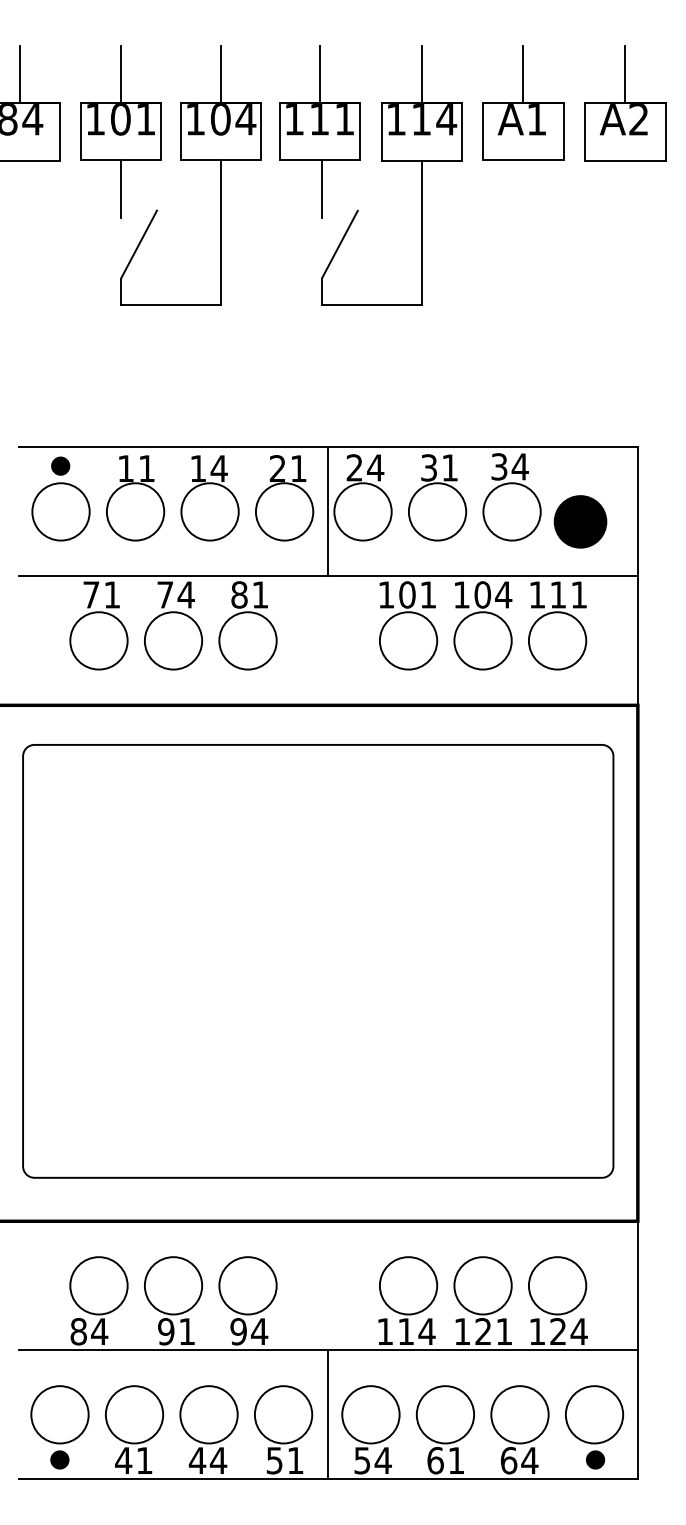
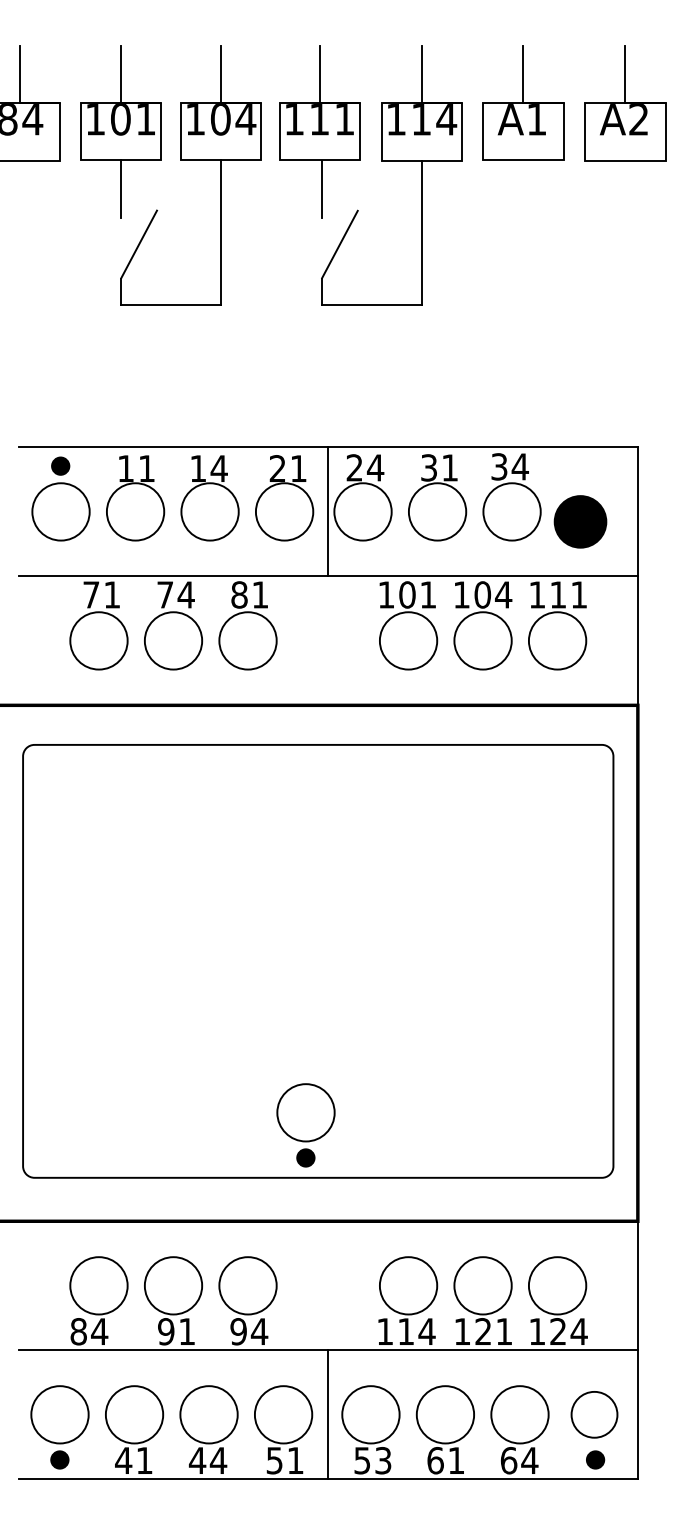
part at (305, 1125): none -> present
circle at (594, 1414) diameter: 57 px -> 46 px
text at (382, 1460): 54 -> 53
